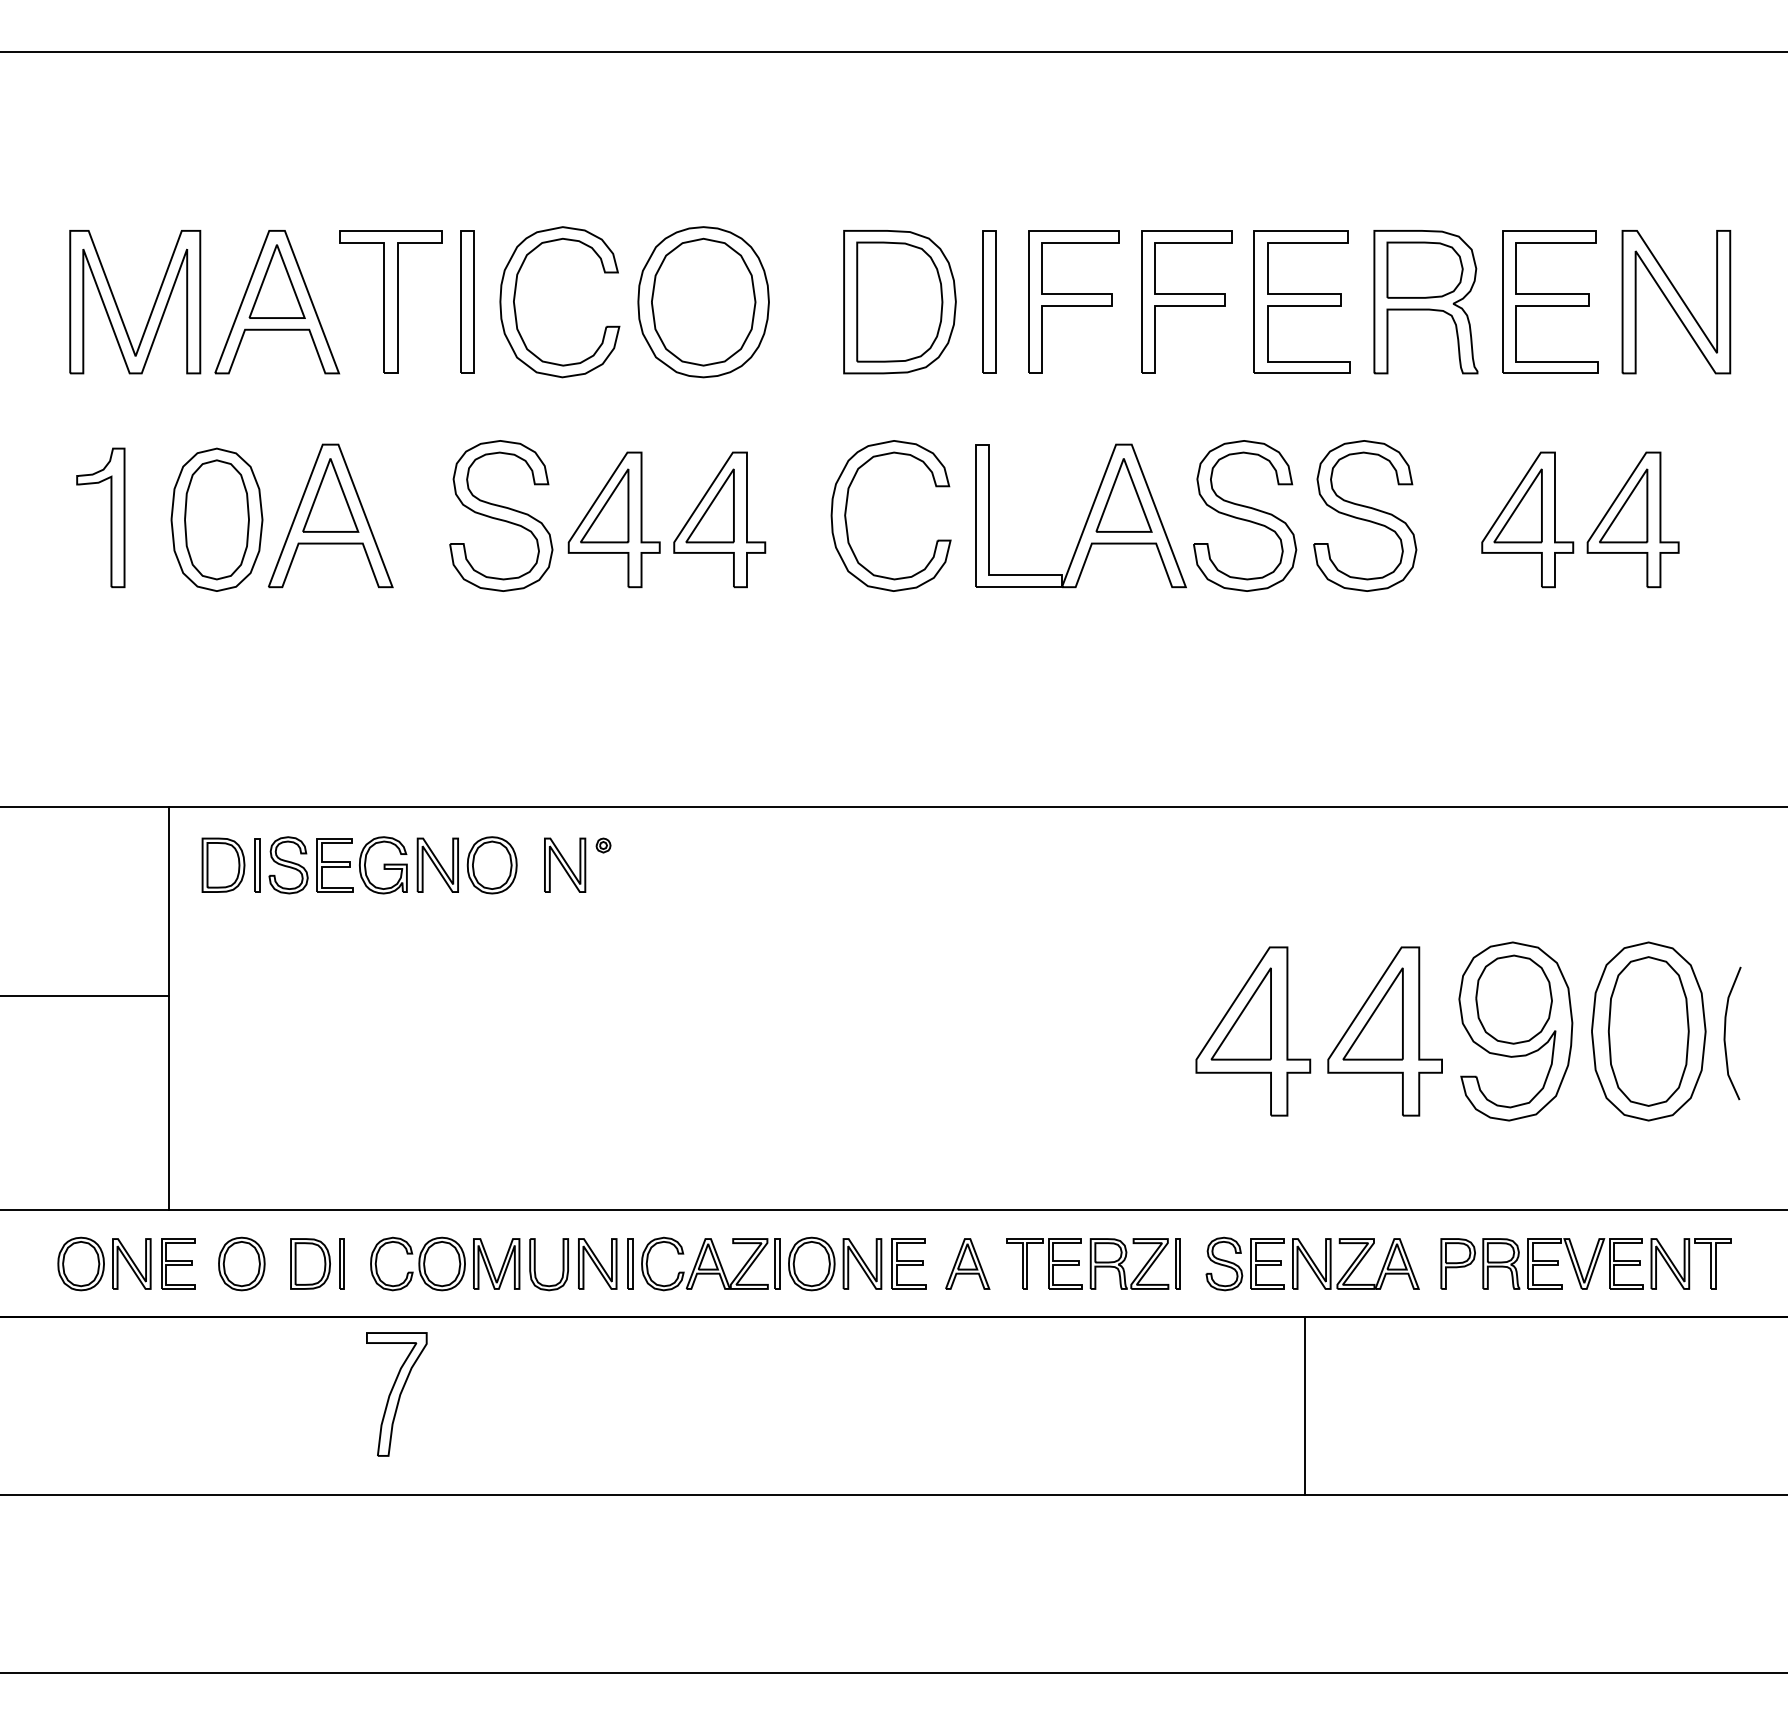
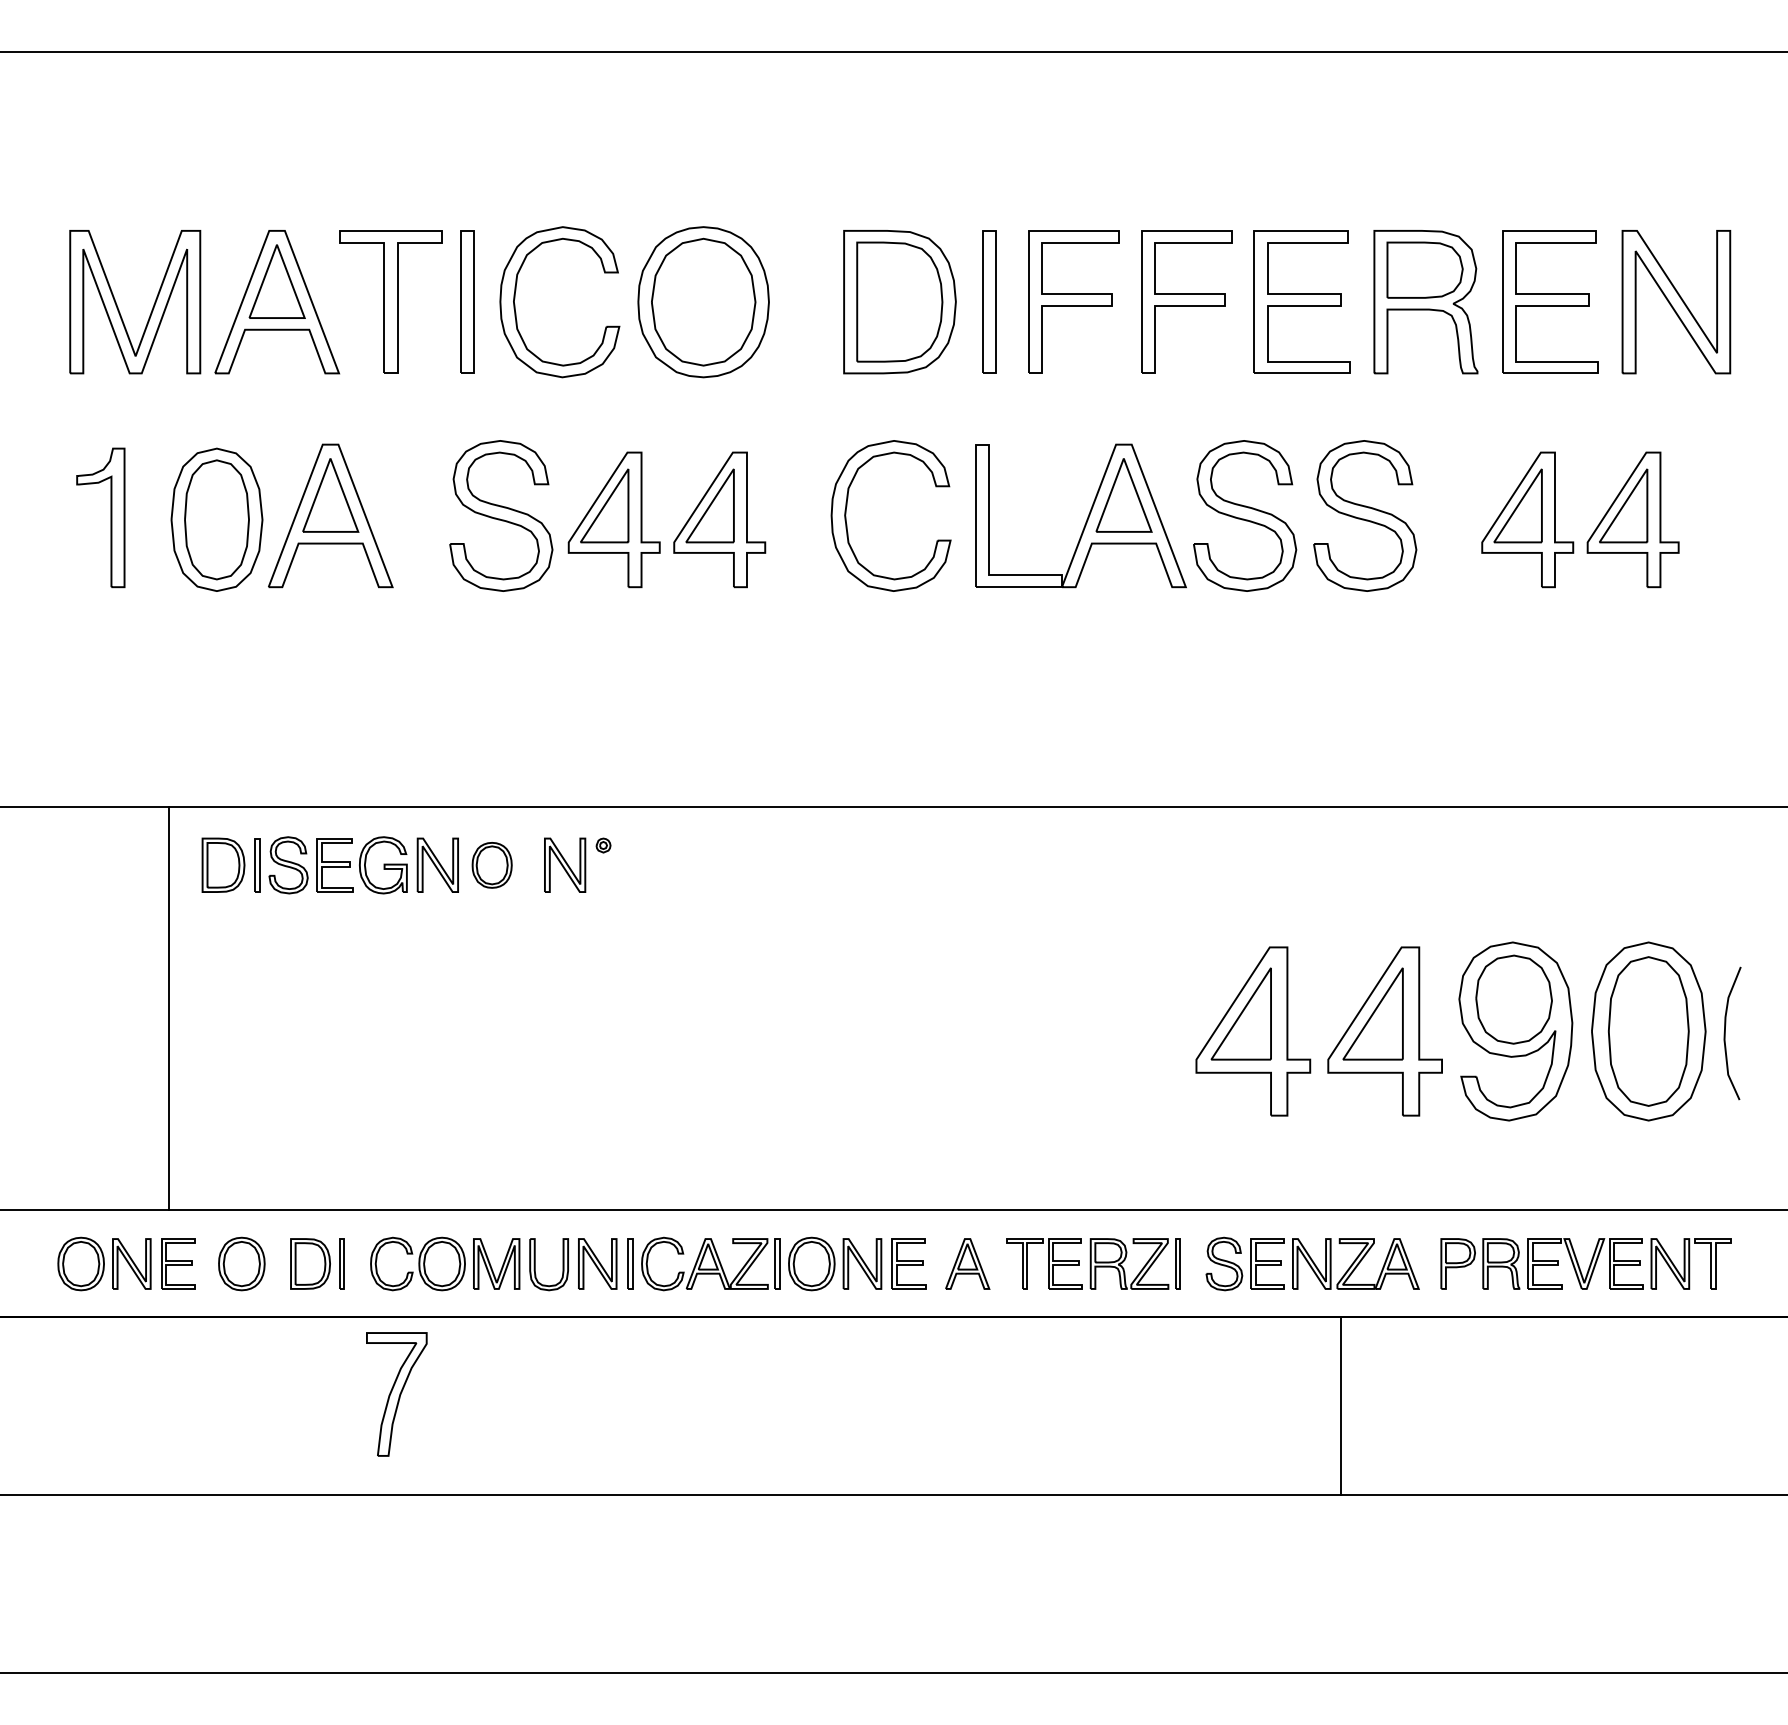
part at (491, 865) size: 52x59 px -> 42x47 px
line at (85, 996): present -> none
line at (1304, 1405) position: (1304, 1405) -> (1340, 1405)
